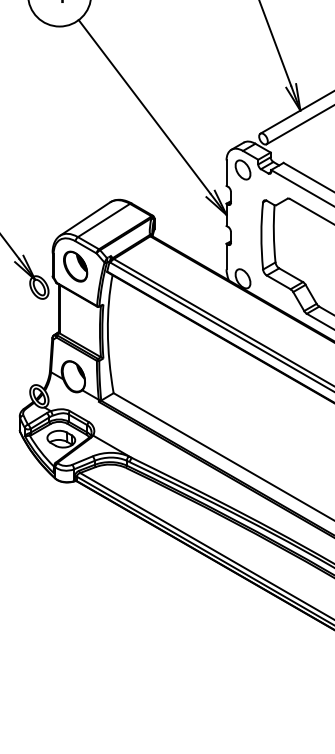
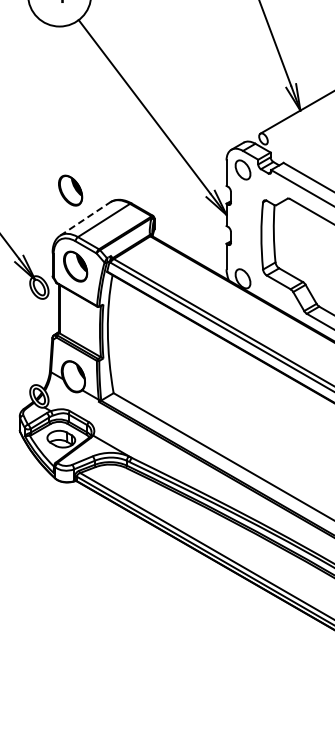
line at (298, 125): present -> none
part at (70, 190): none -> present
line at (85, 218): solid -> dashed
